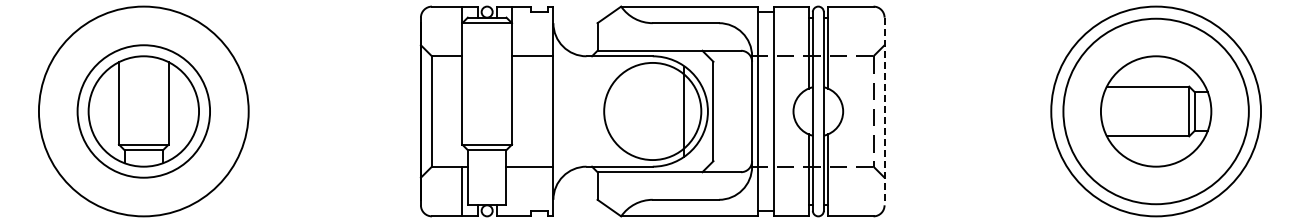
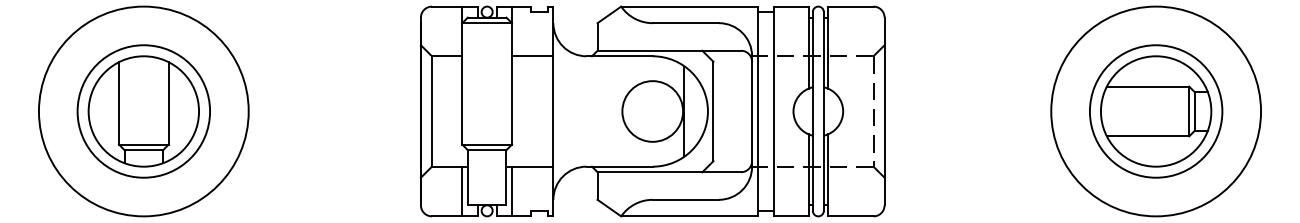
circle at (652, 111) diameter: 97 px -> 61 px
line at (884, 111): dashed -> solid
circle at (1155, 111) diameter: 185 px -> 132 px
line at (512, 191): none -> present
